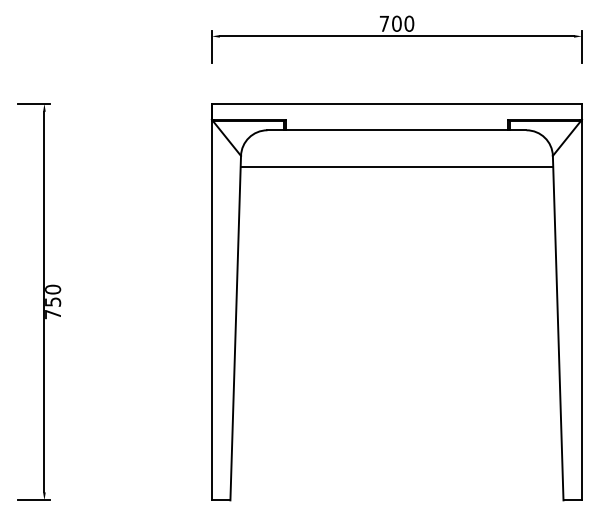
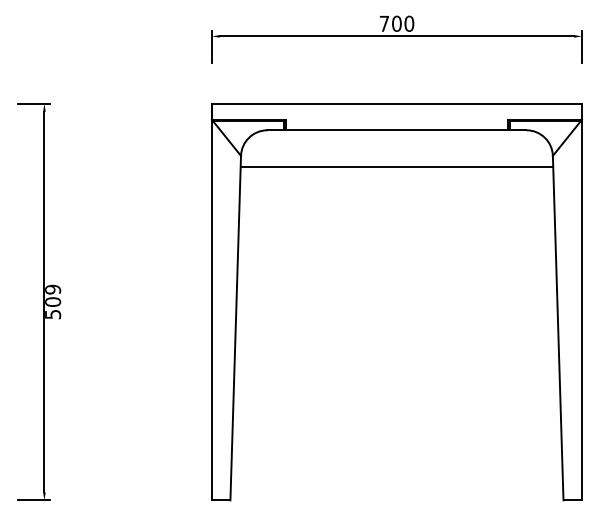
text at (53, 301): 750 -> 509
